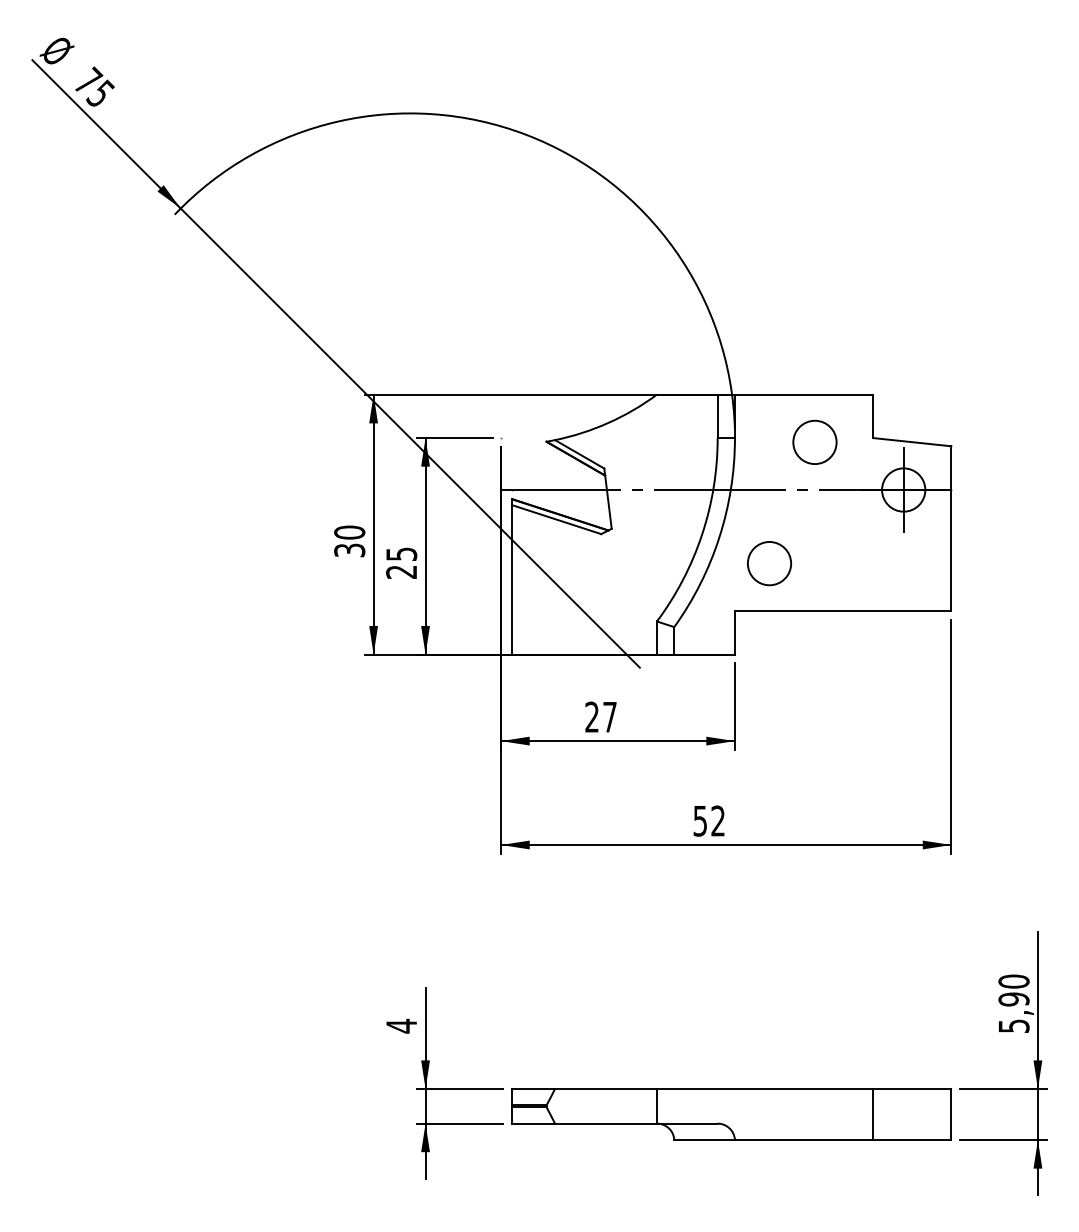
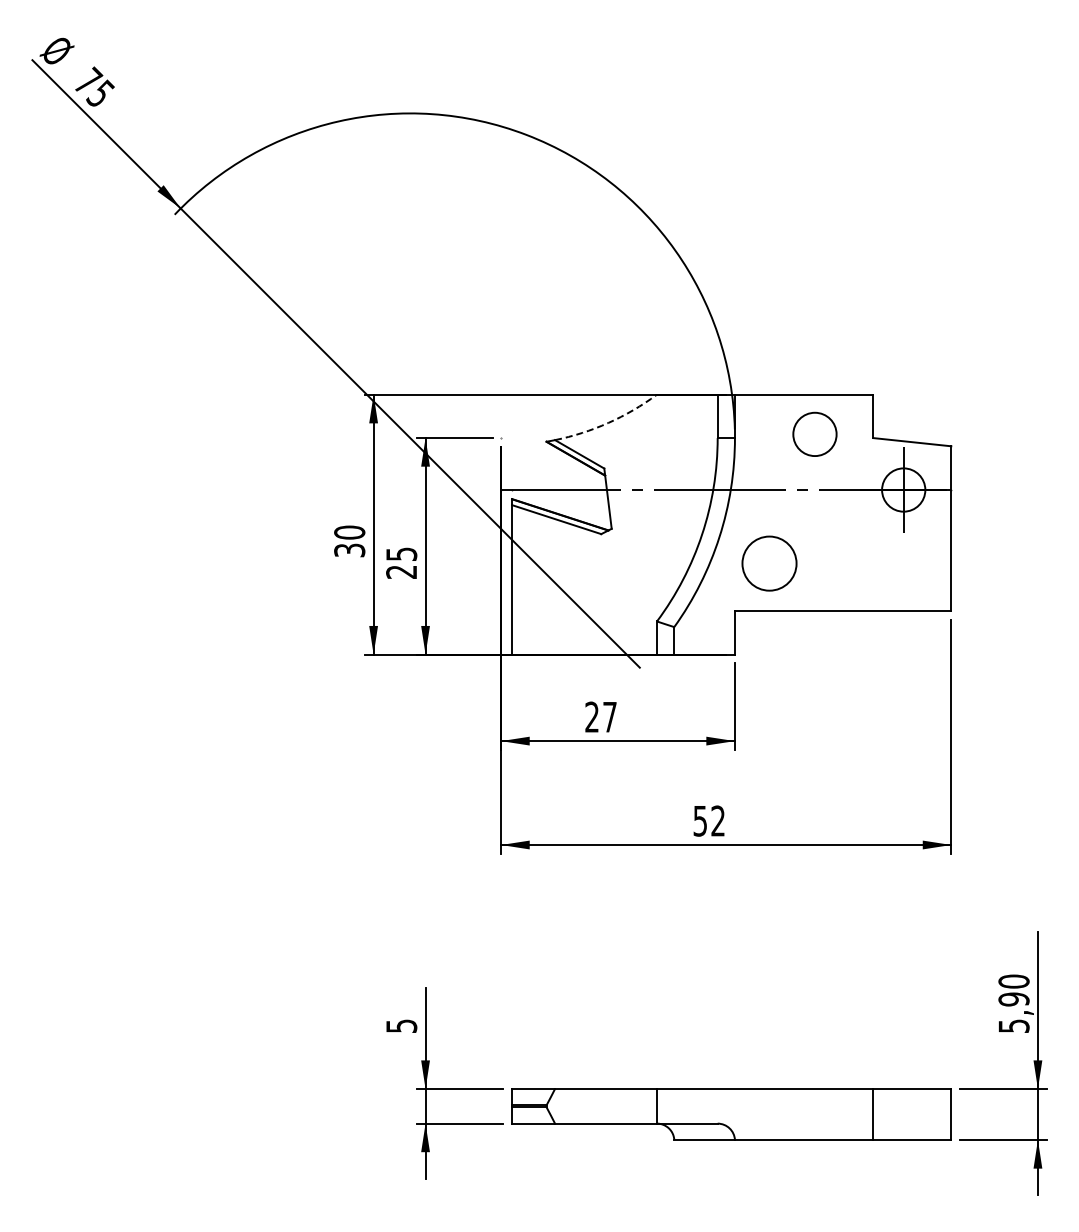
arc at (608, 422): solid -> dashed
circle at (814, 441) position: (814, 441) -> (814, 433)
circle at (769, 563) diameter: 43 px -> 54 px
text at (401, 1025): 4 -> 5
